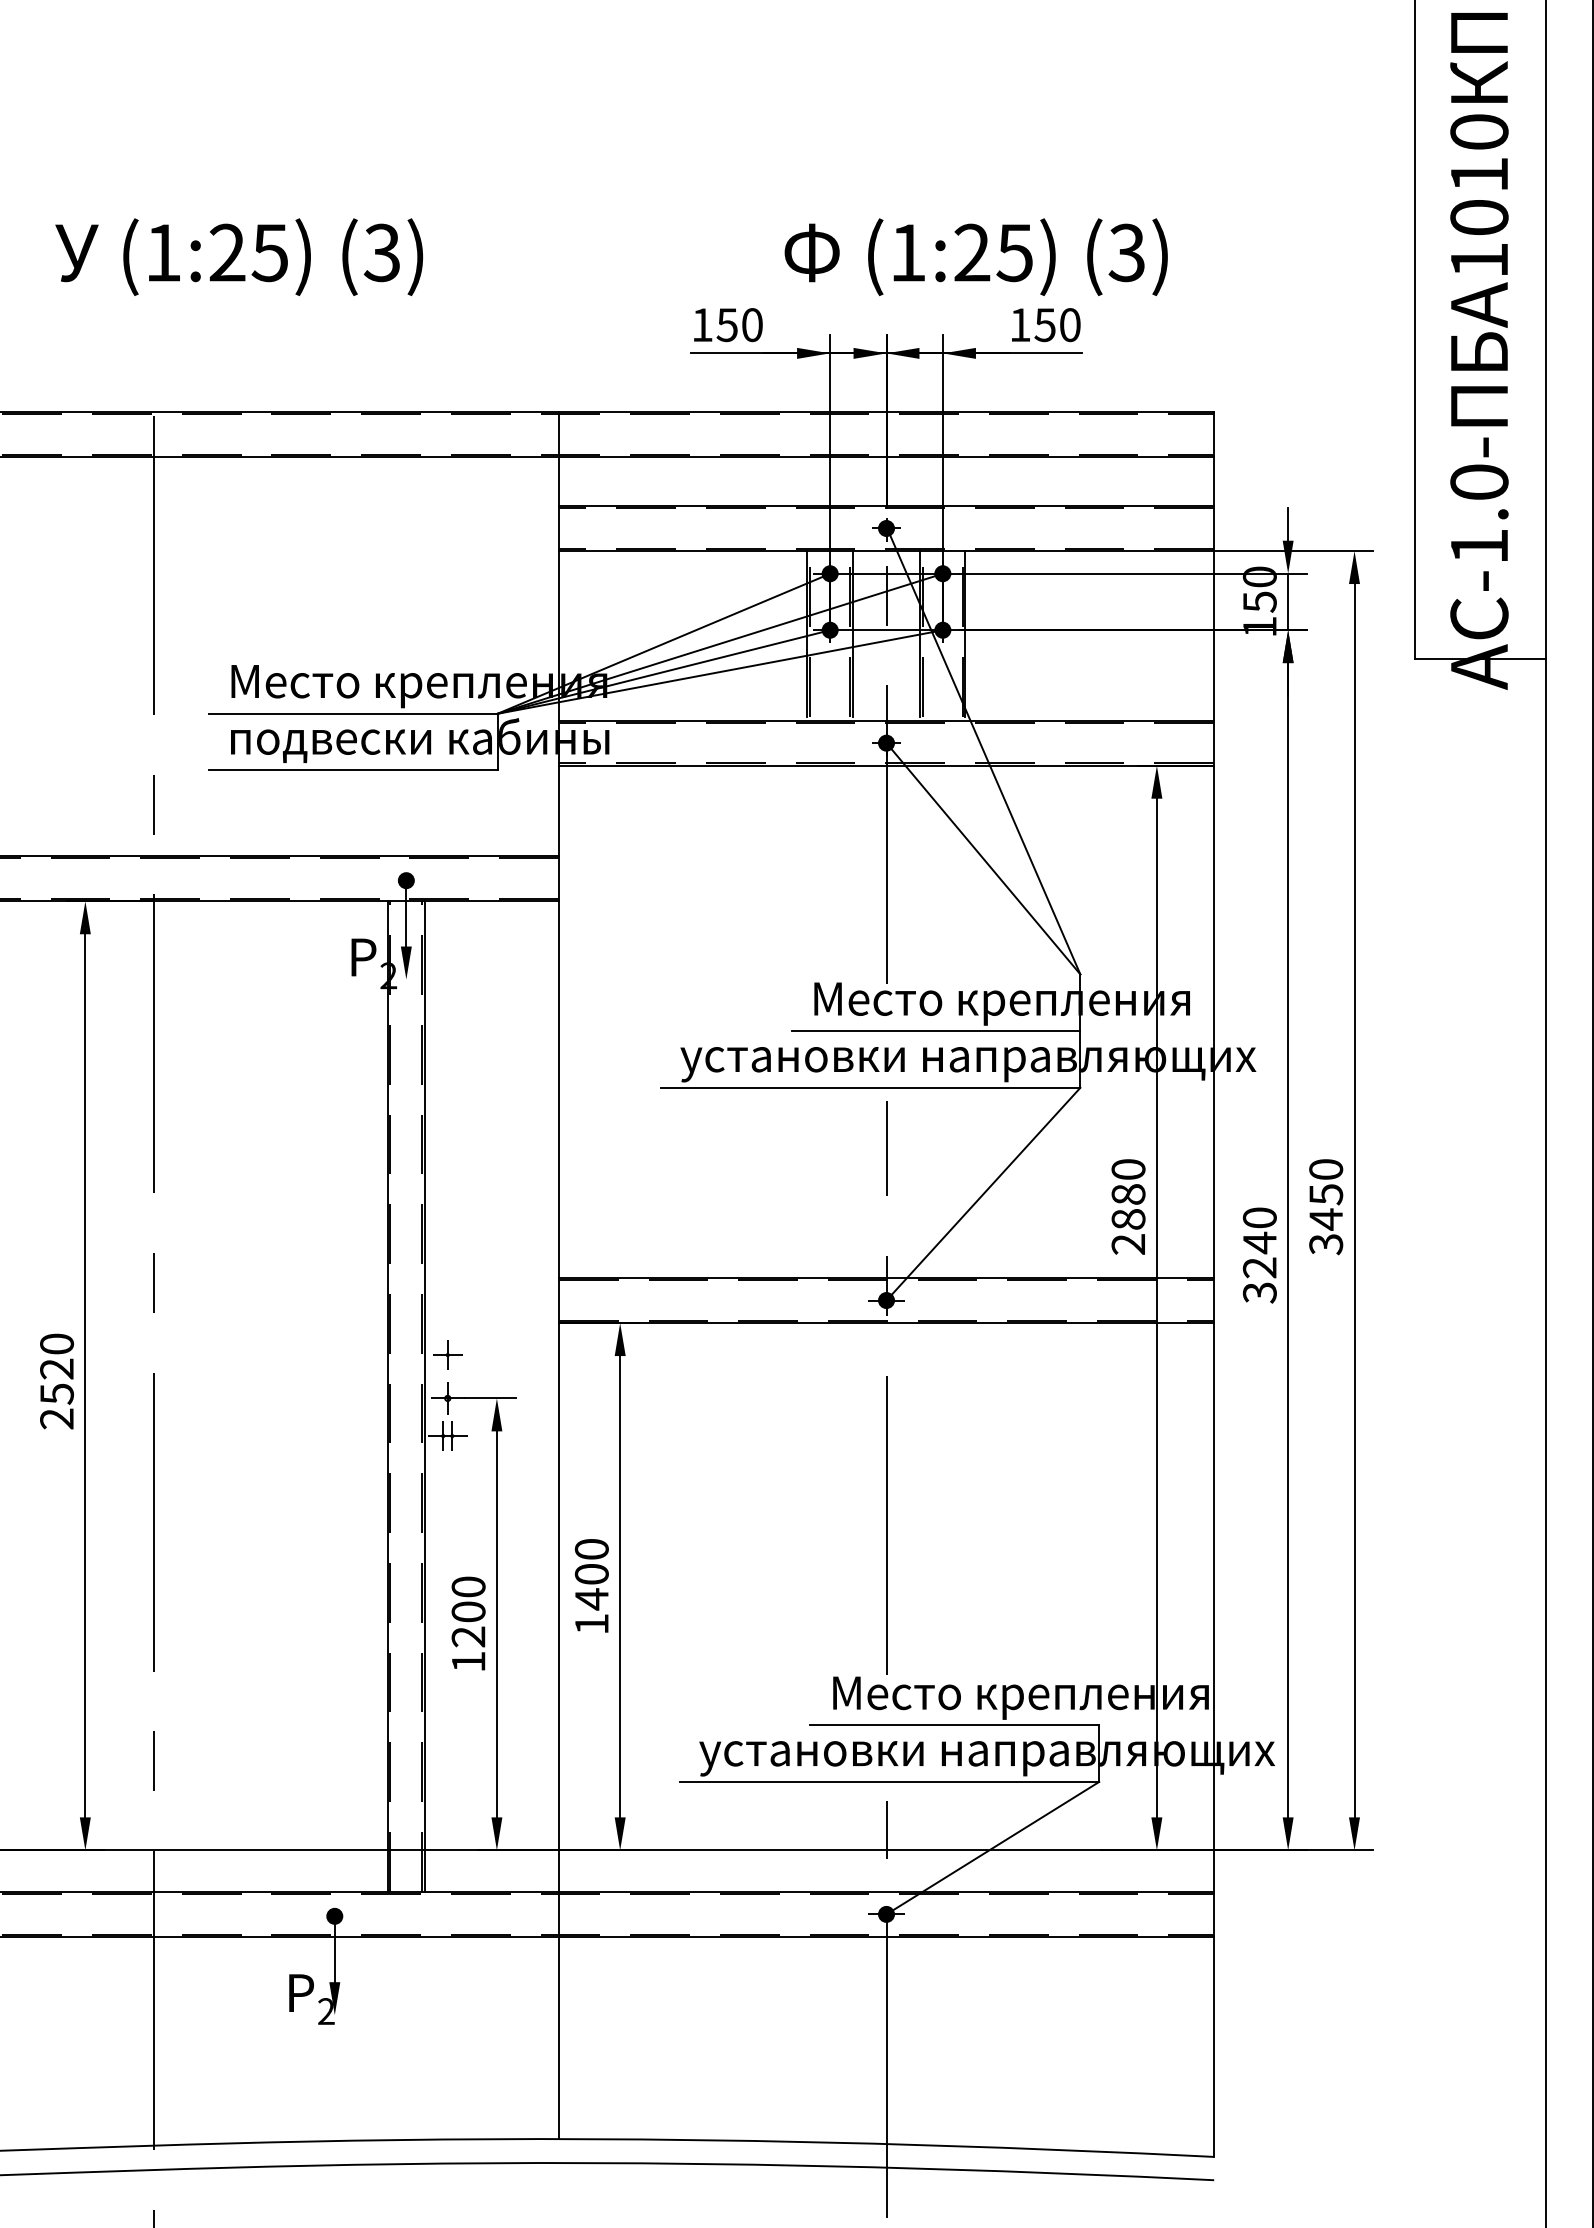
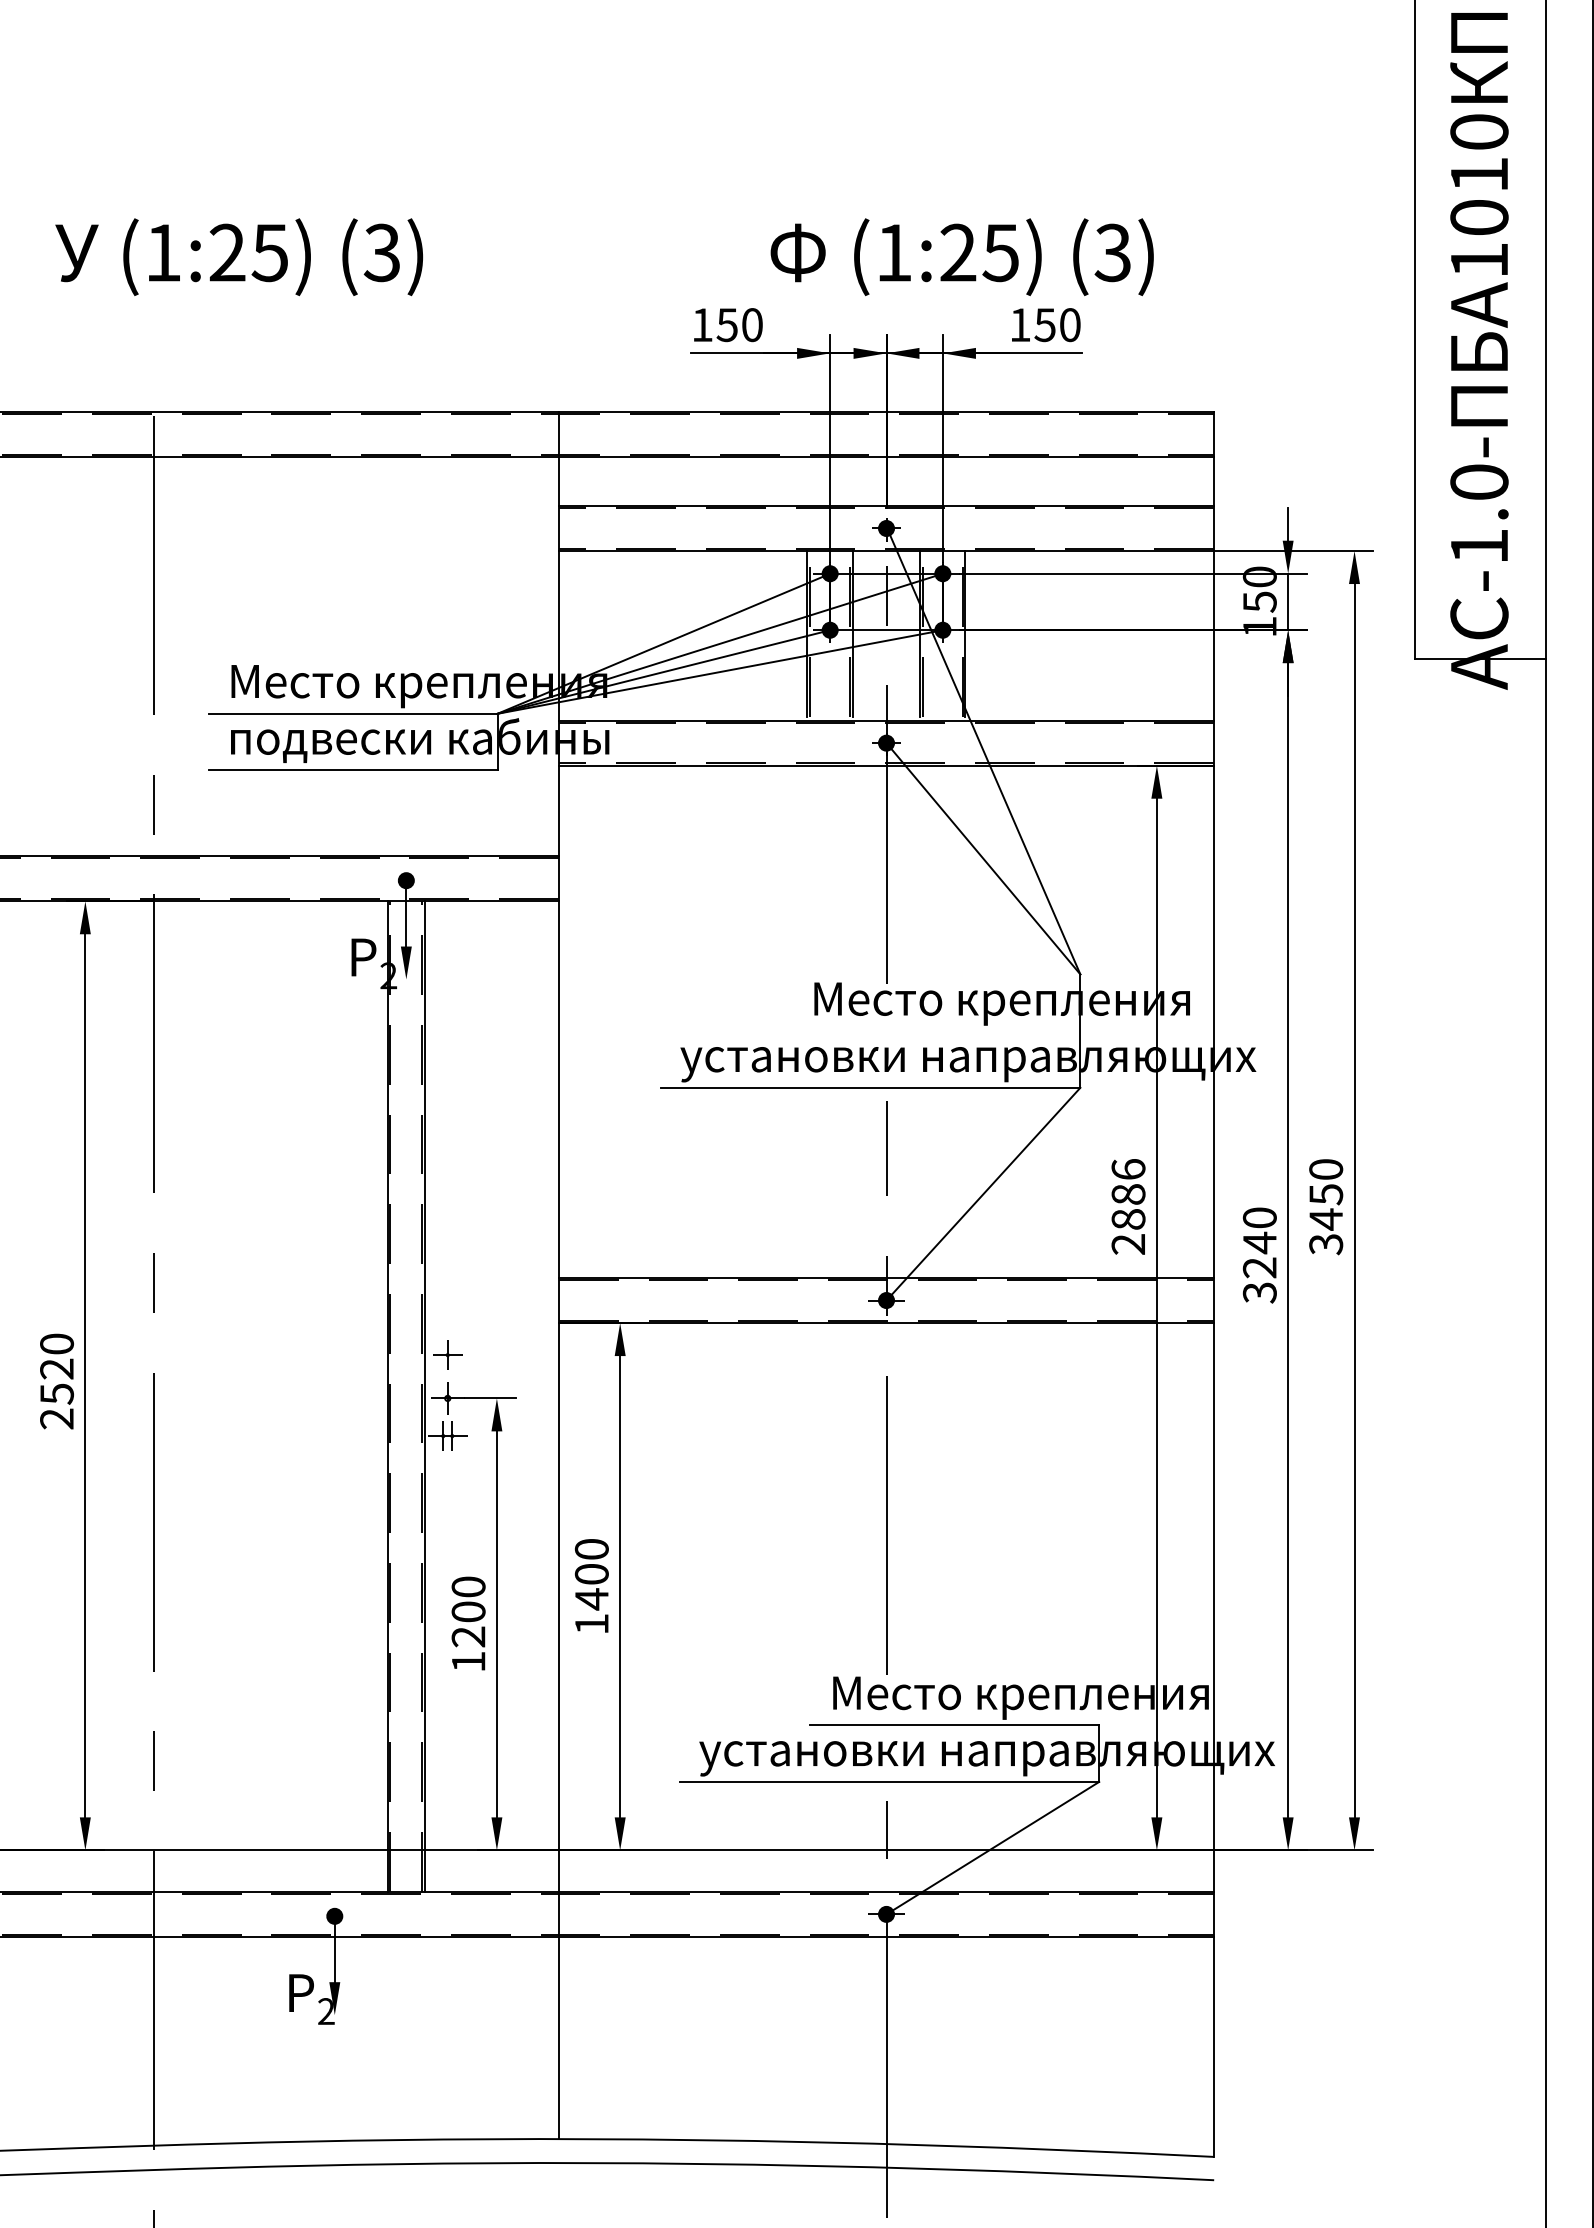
text at (975, 257) position: (975, 257) -> (961, 257)
line at (935, 1031): present -> none
text at (1128, 1169): 2880 -> 2886
